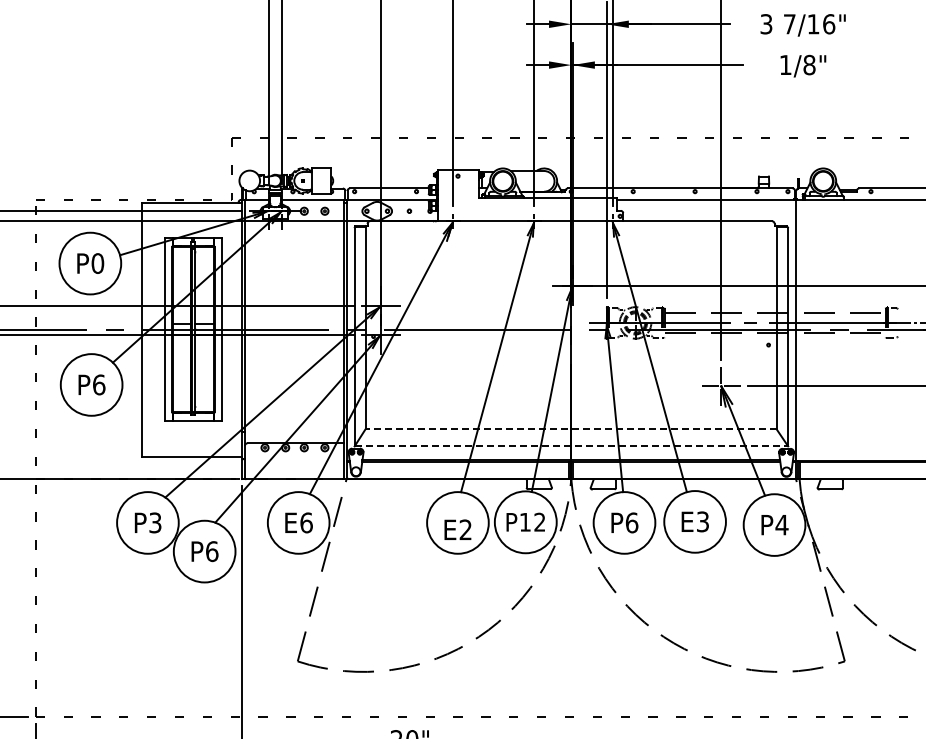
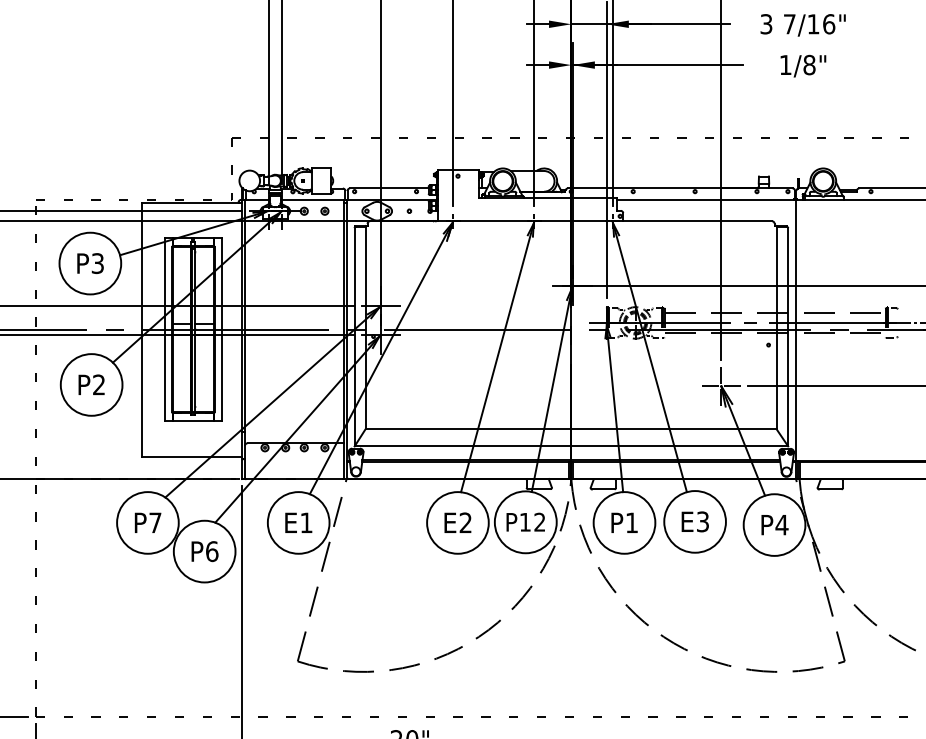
text at (97, 263): P0 -> P3
text at (99, 384): P6 -> P2
line at (571, 429): dashed -> solid
line at (571, 446): dashed -> solid
text at (155, 522): P3 -> P7
text at (306, 522): E6 -> E1
text at (631, 522): P6 -> P1
text at (457, 529) position: (457, 529) -> (457, 522)
